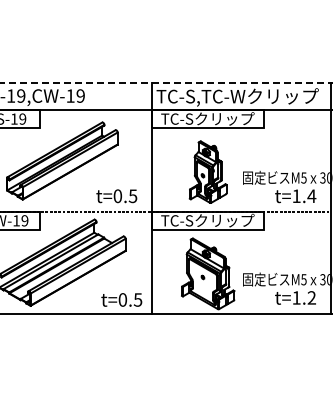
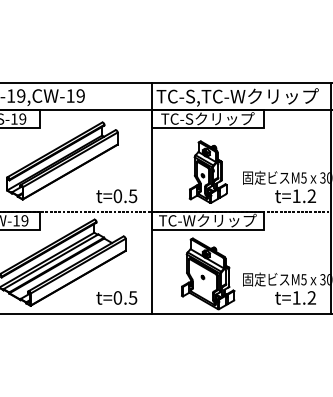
line at (166, 83): dashed -> solid
text at (311, 195): t=1.4 -> t=1.2
text at (207, 220): TC-Sクリップ -> TC-Wクリップ
text at (121, 299) position: (121, 299) -> (116, 297)
